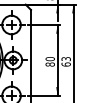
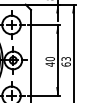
text at (49, 64): 80 -> 40
